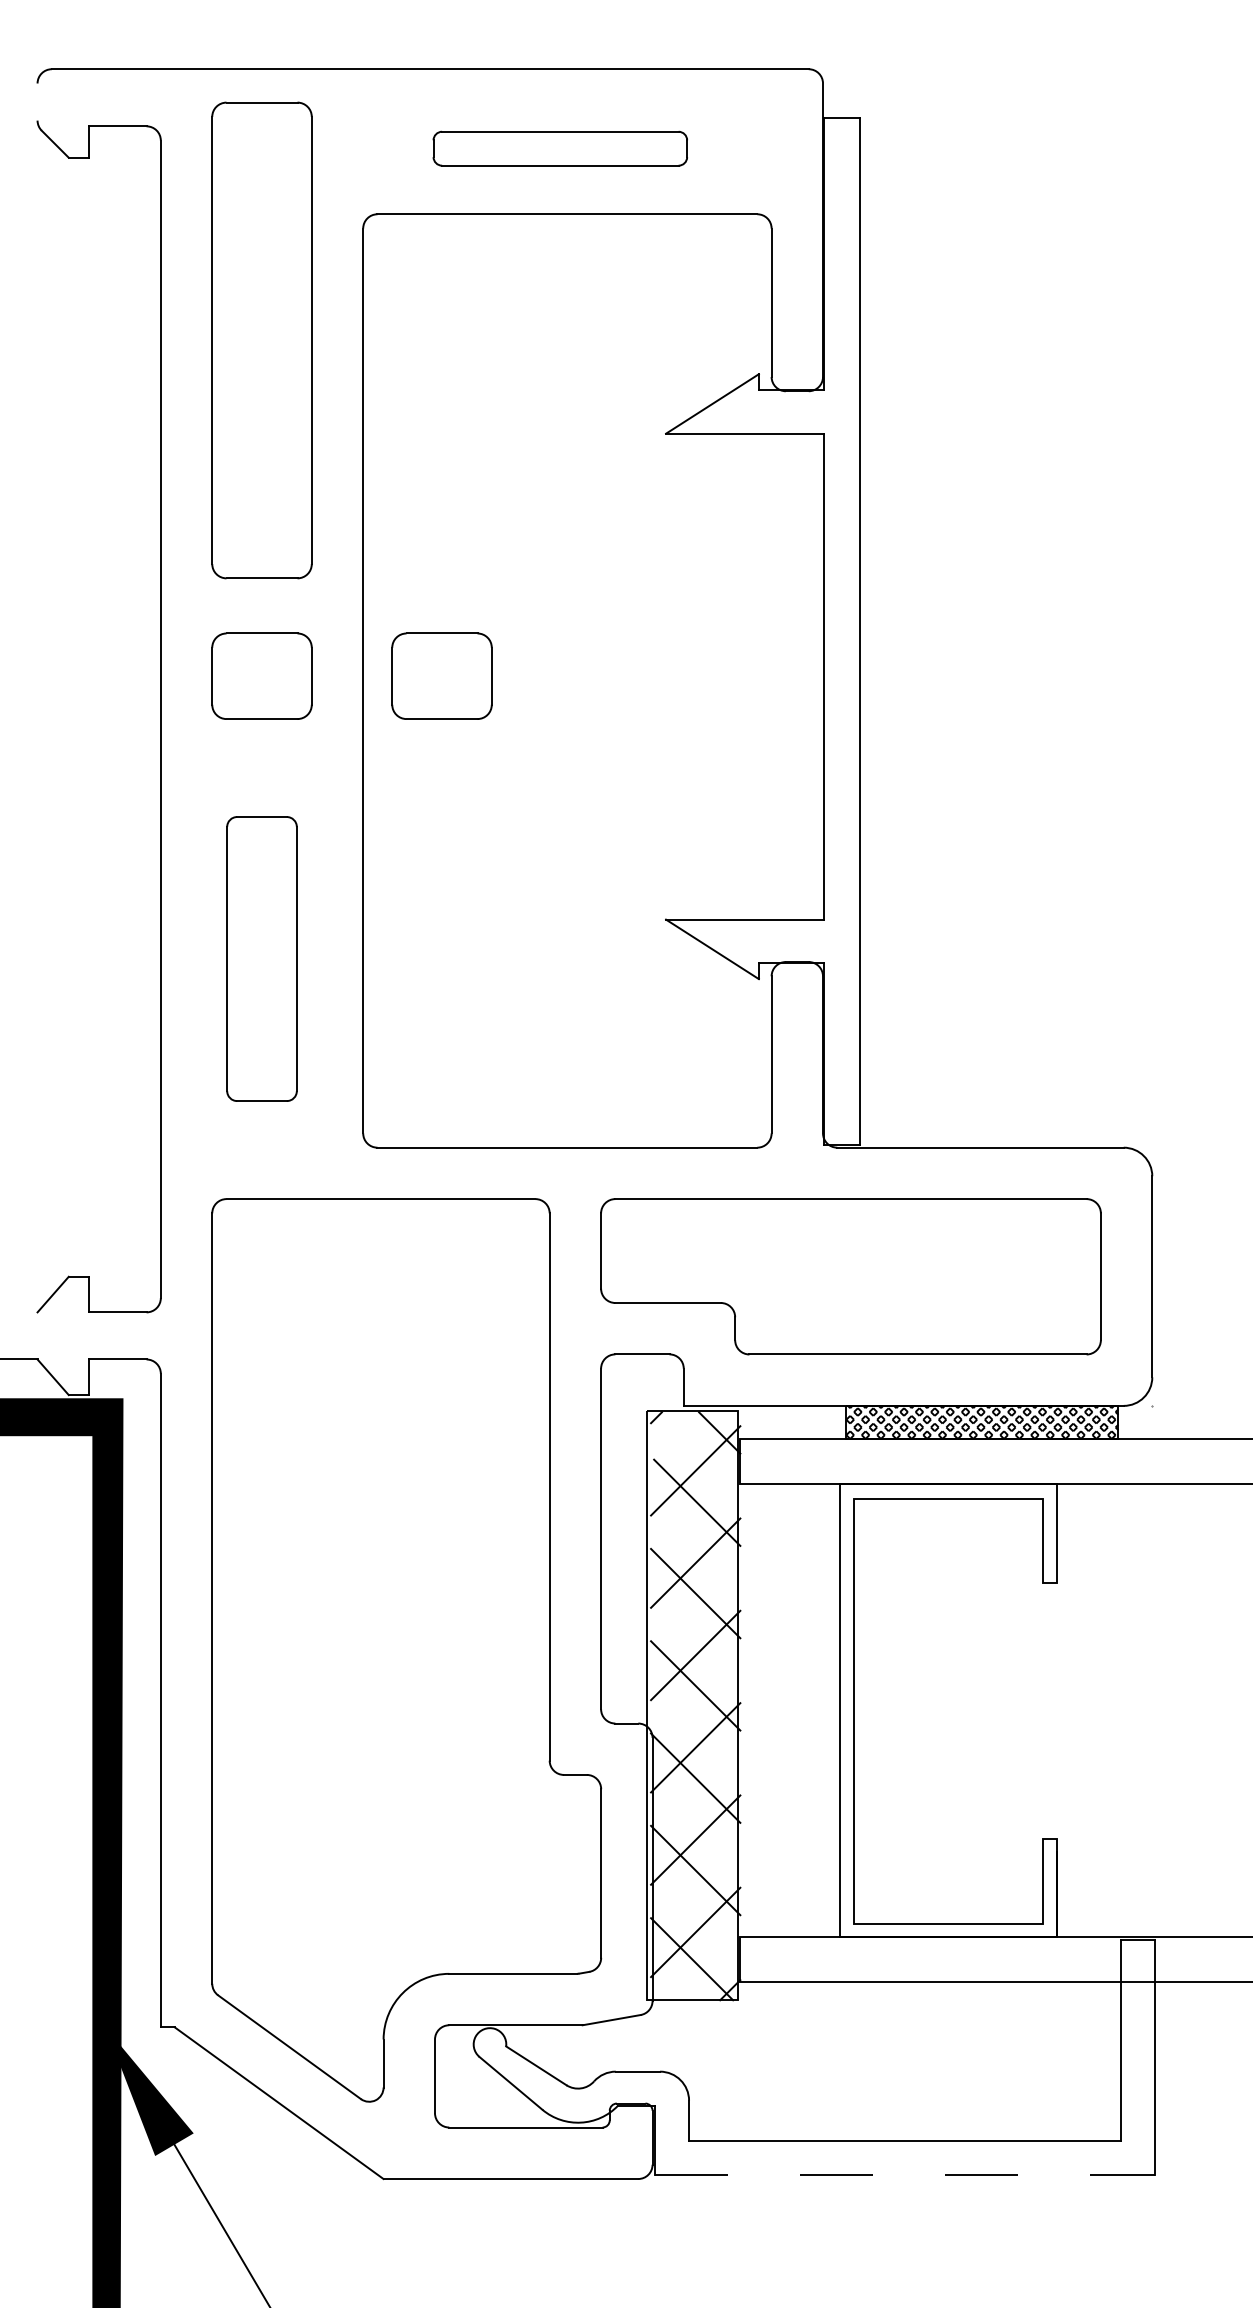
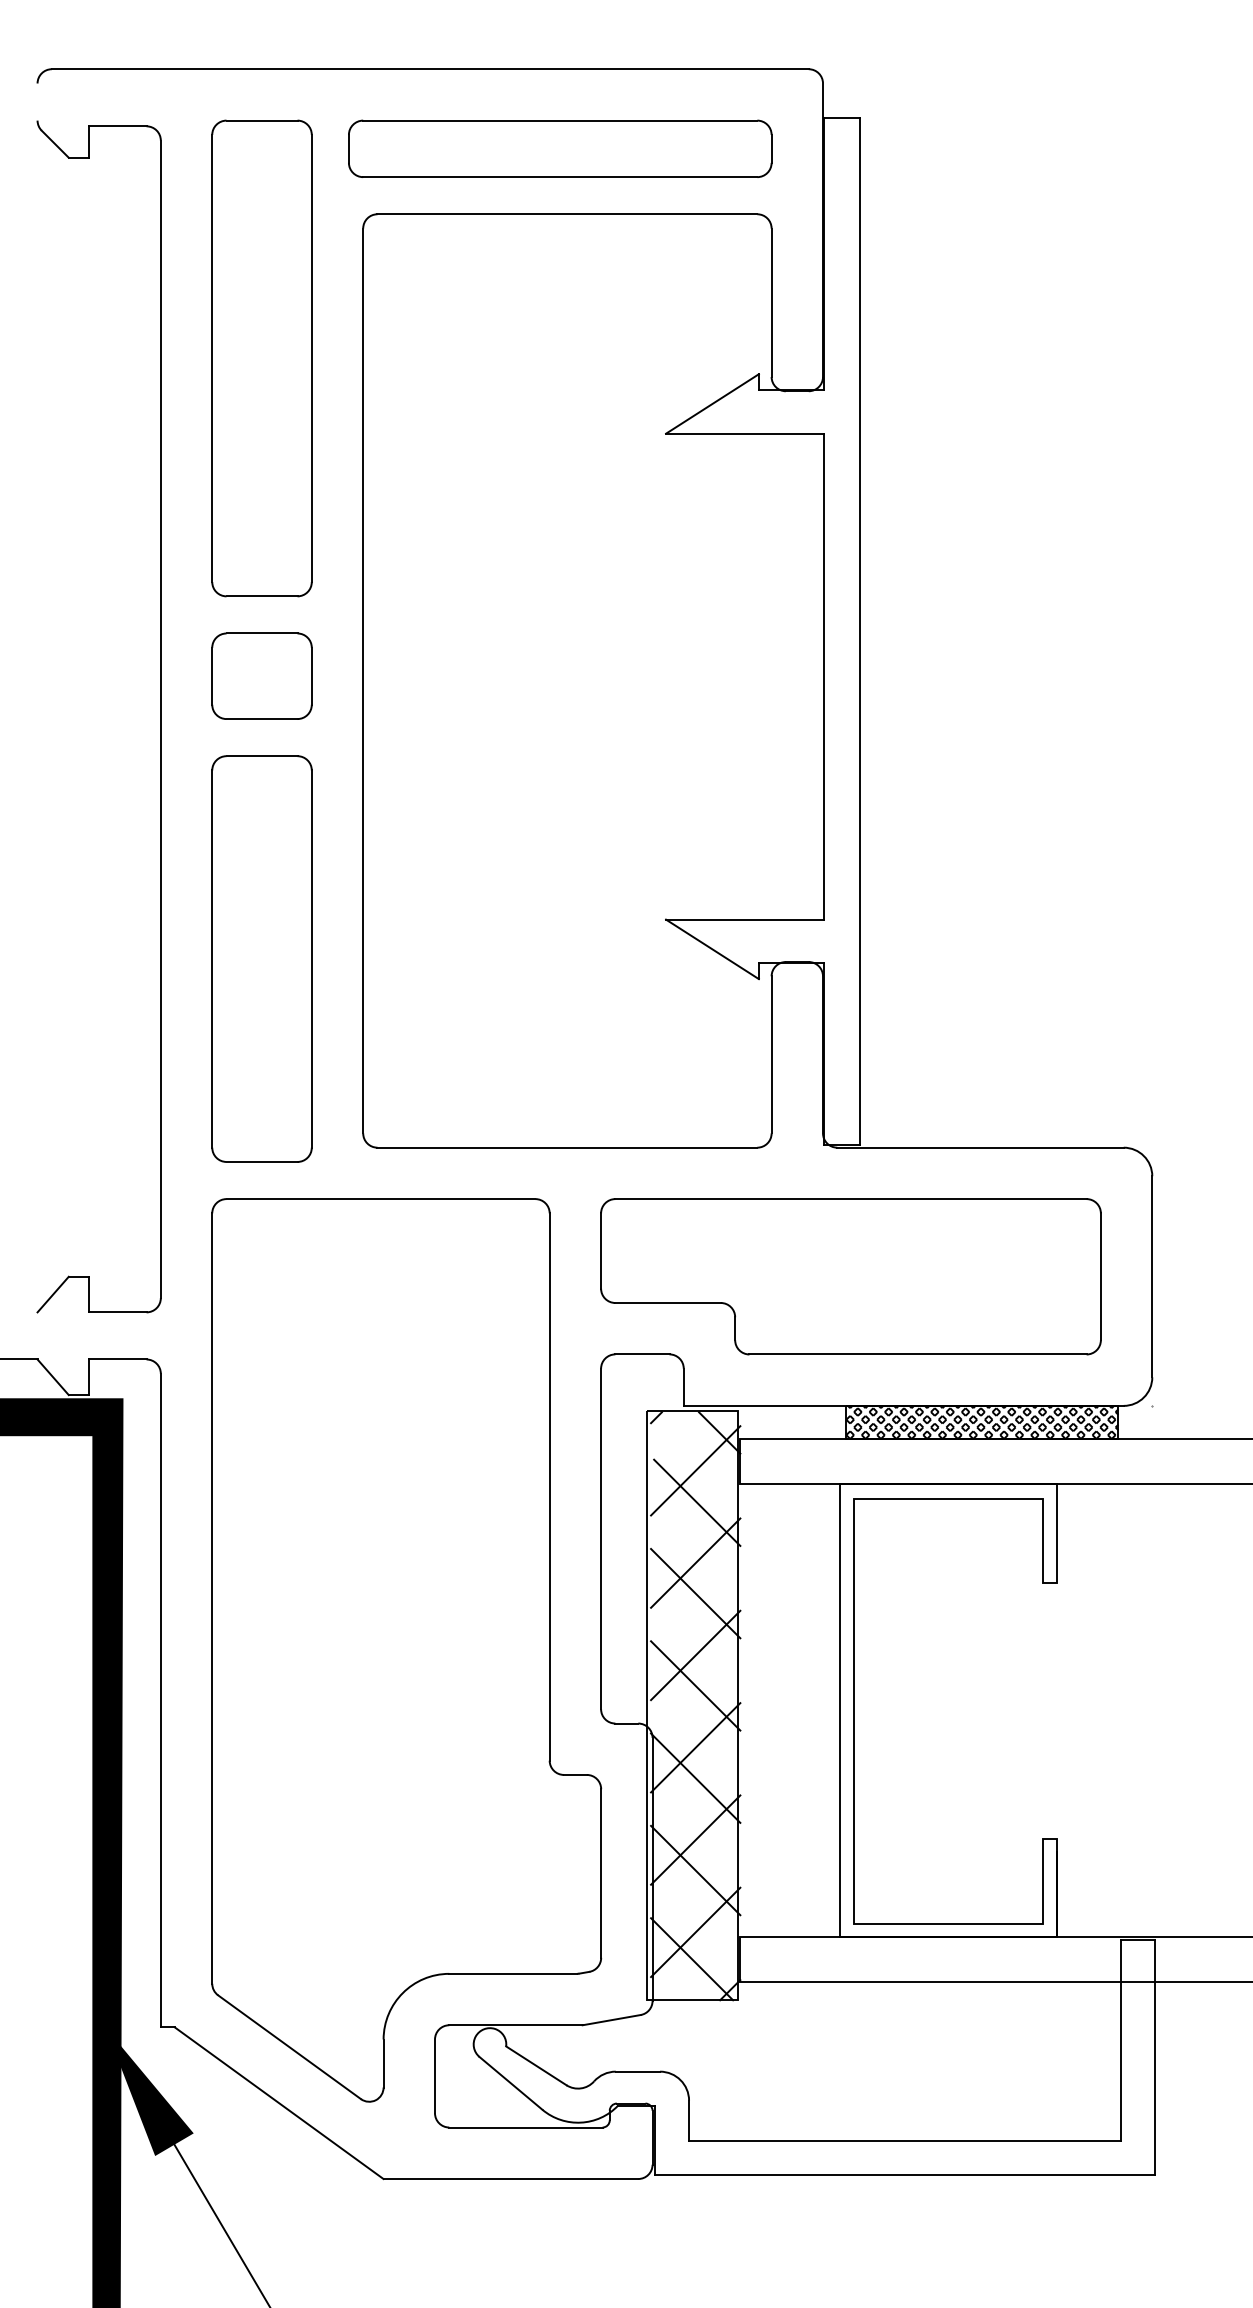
part at (559, 148) size: 256x37 px -> 425x59 px
part at (261, 340) position: (261, 340) -> (261, 358)
part at (441, 675): present -> none
part at (261, 958) size: 72x286 px -> 102x408 px
line at (905, 2175): dashed -> solid
